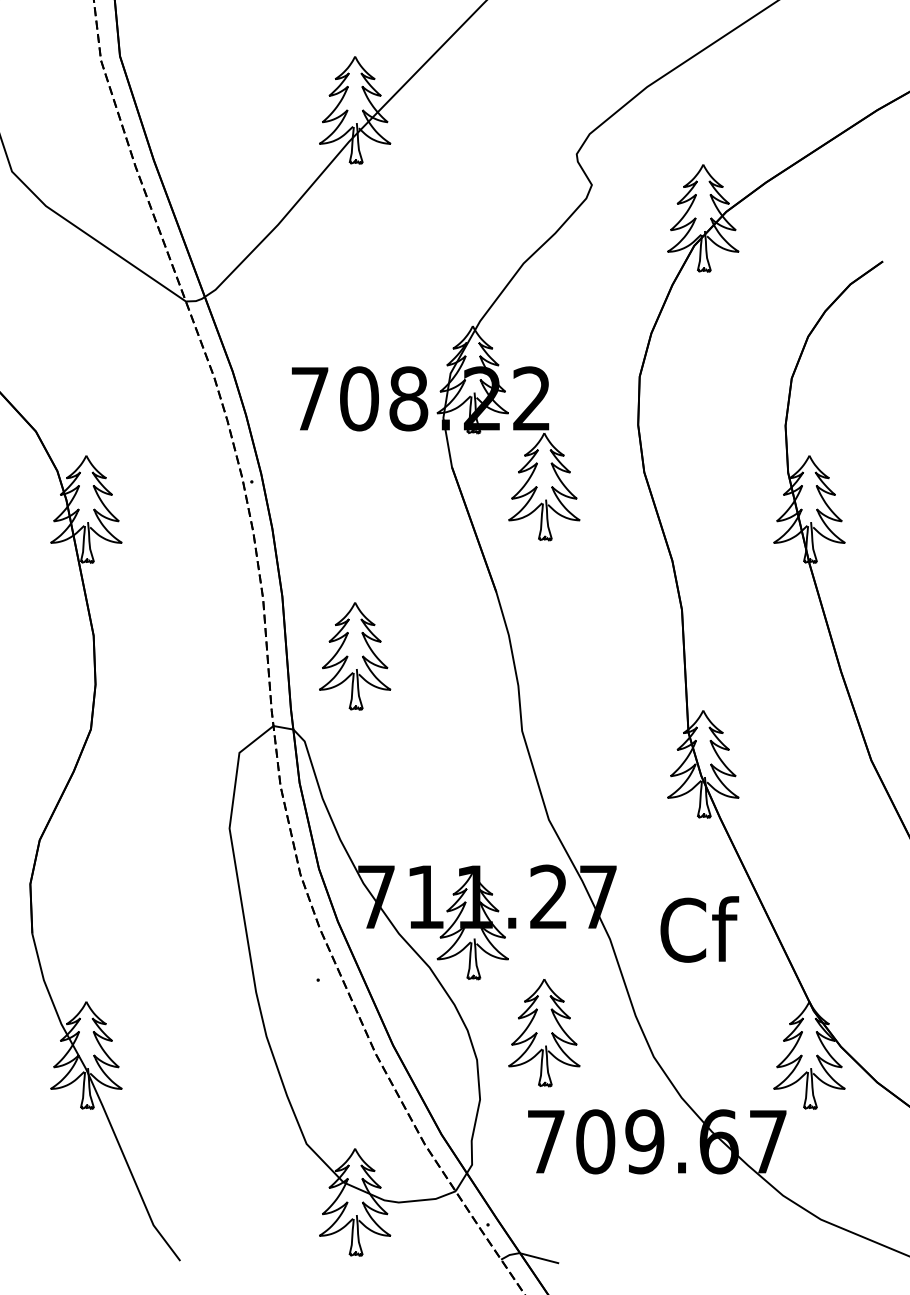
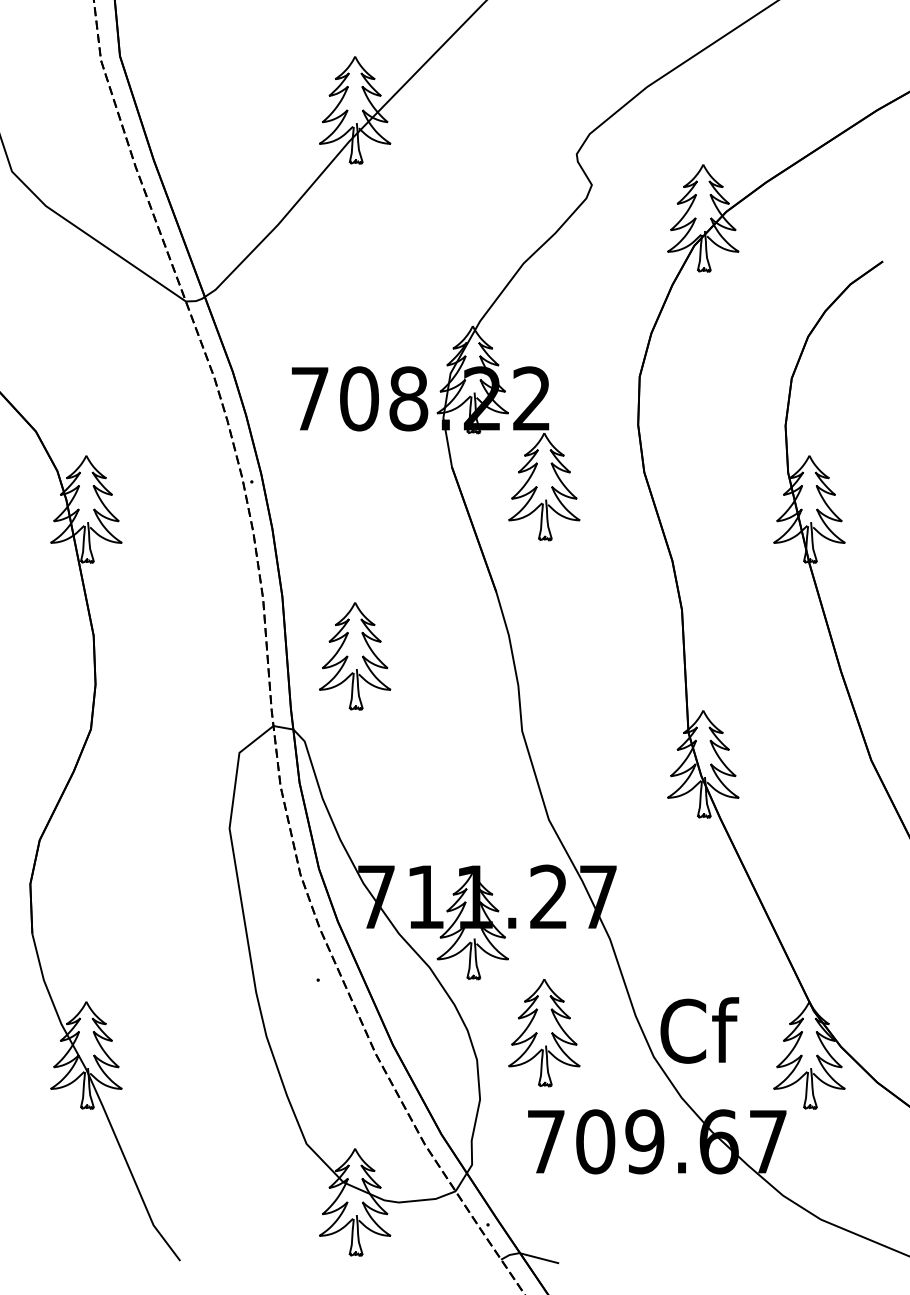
text at (699, 929) position: (699, 929) -> (699, 1030)
